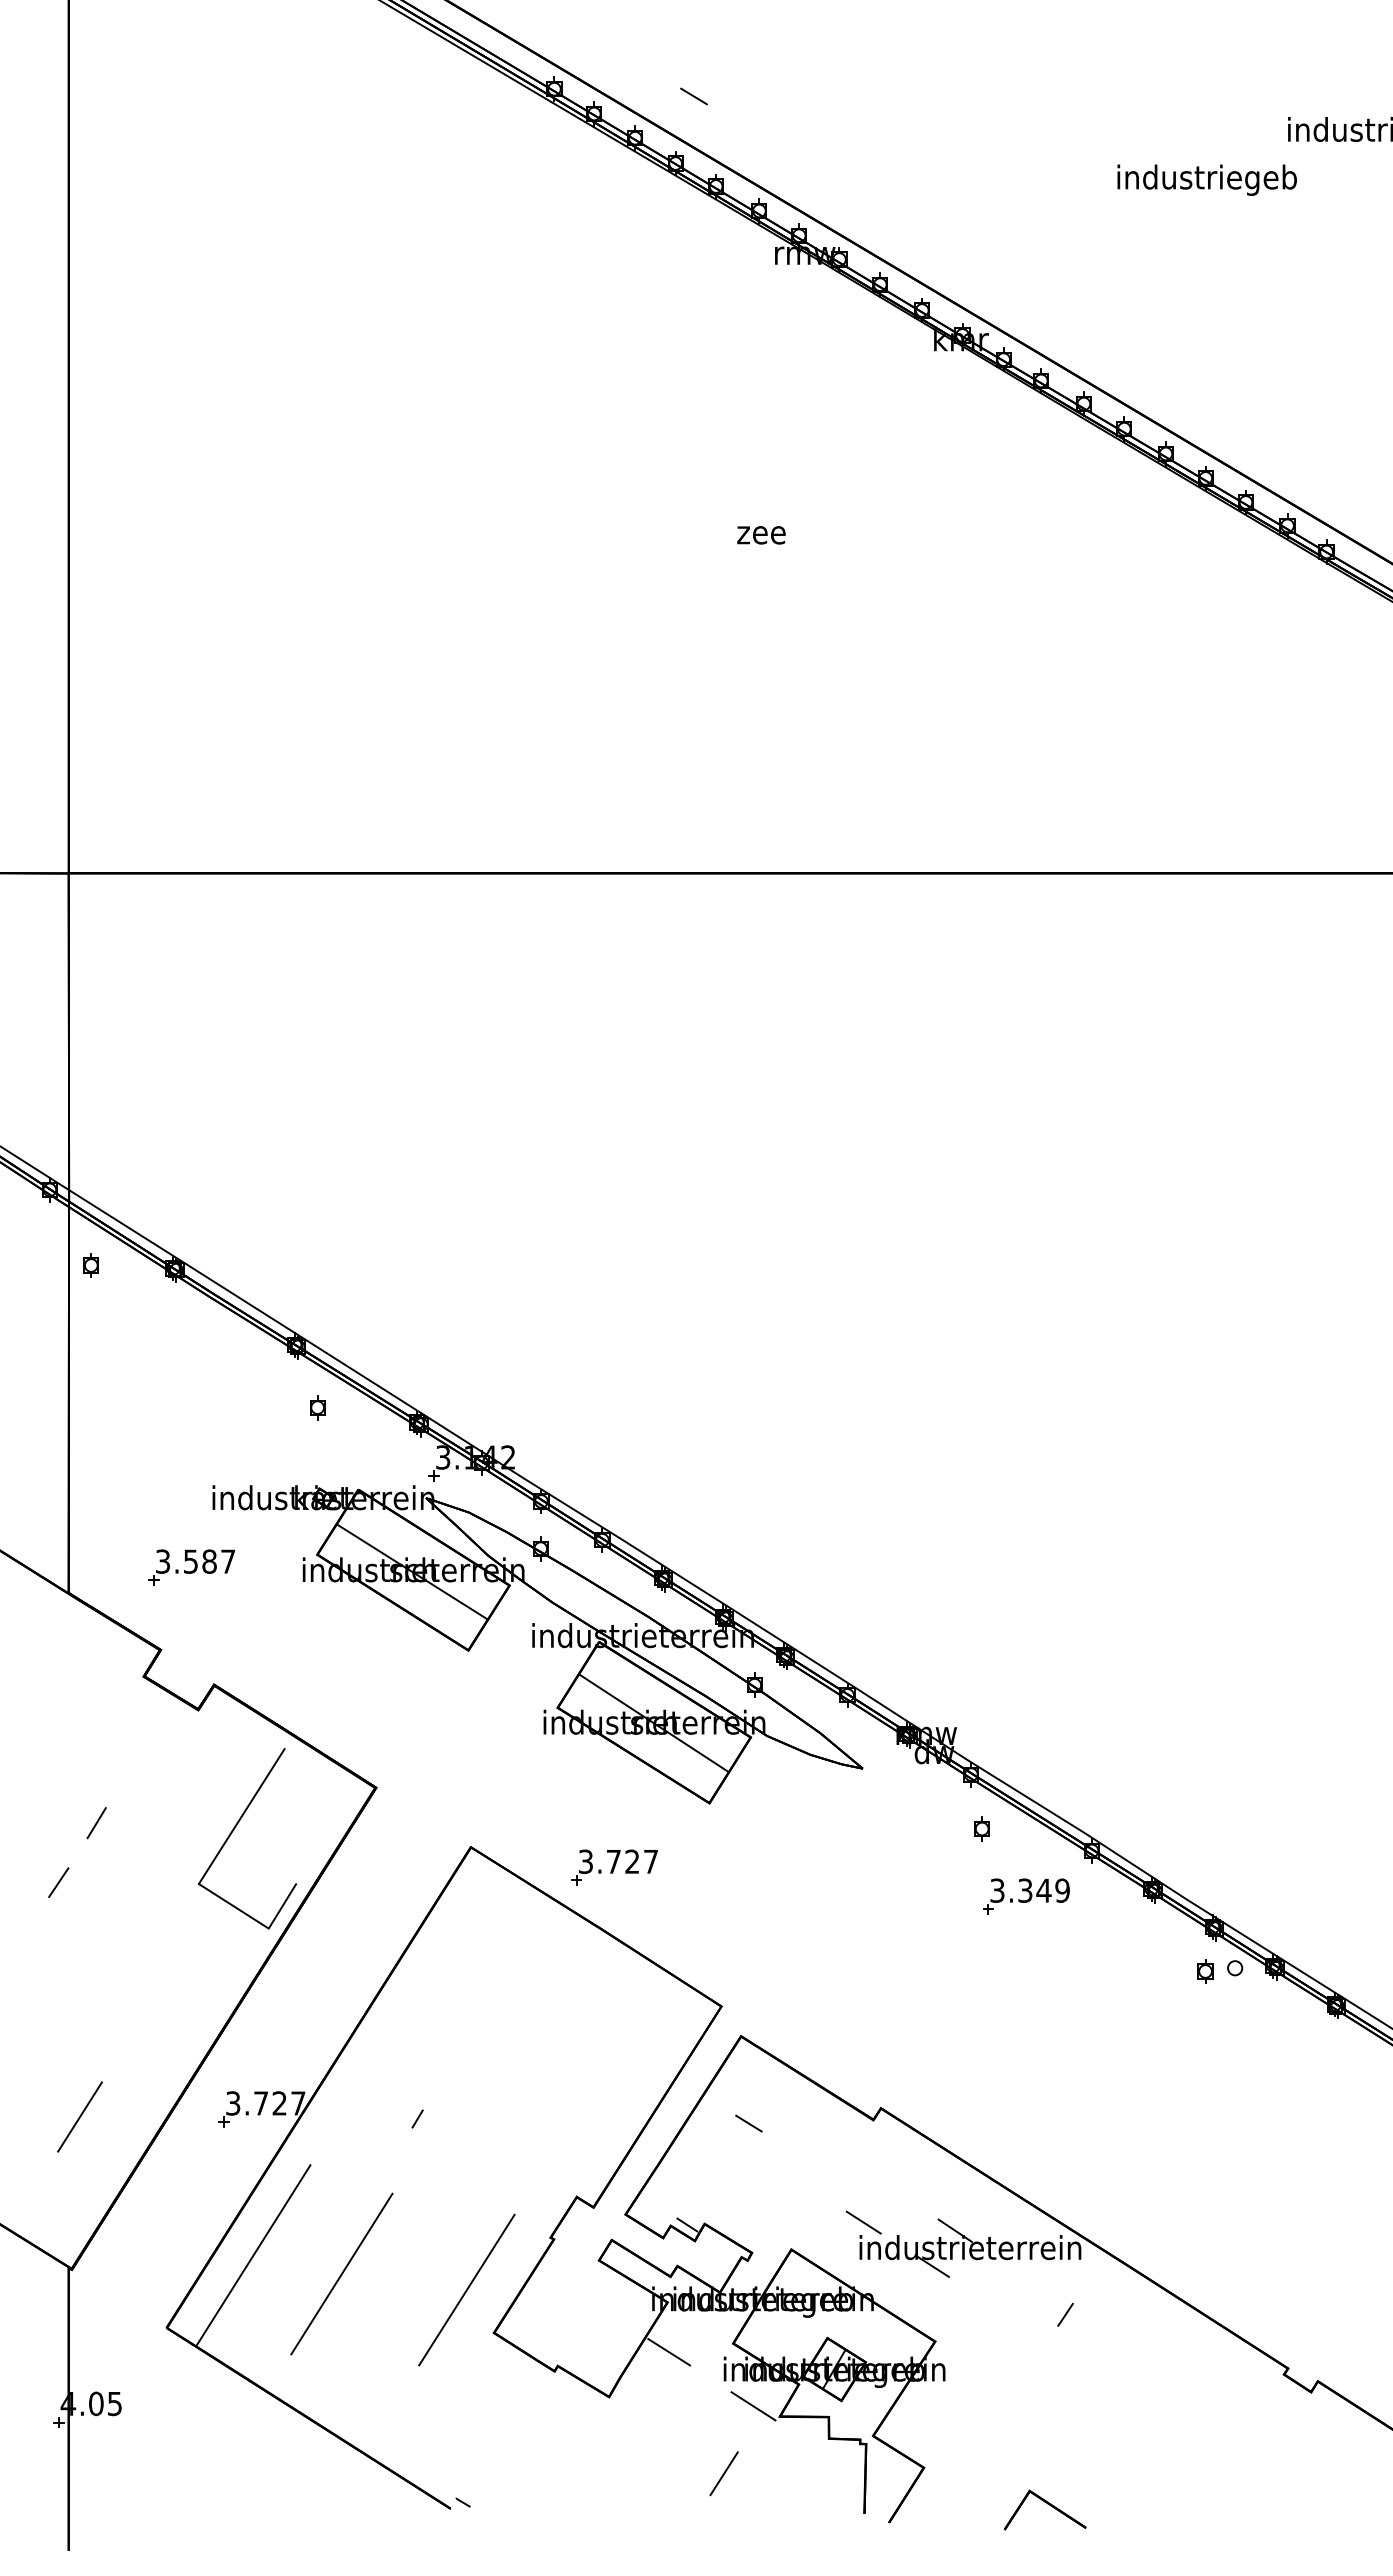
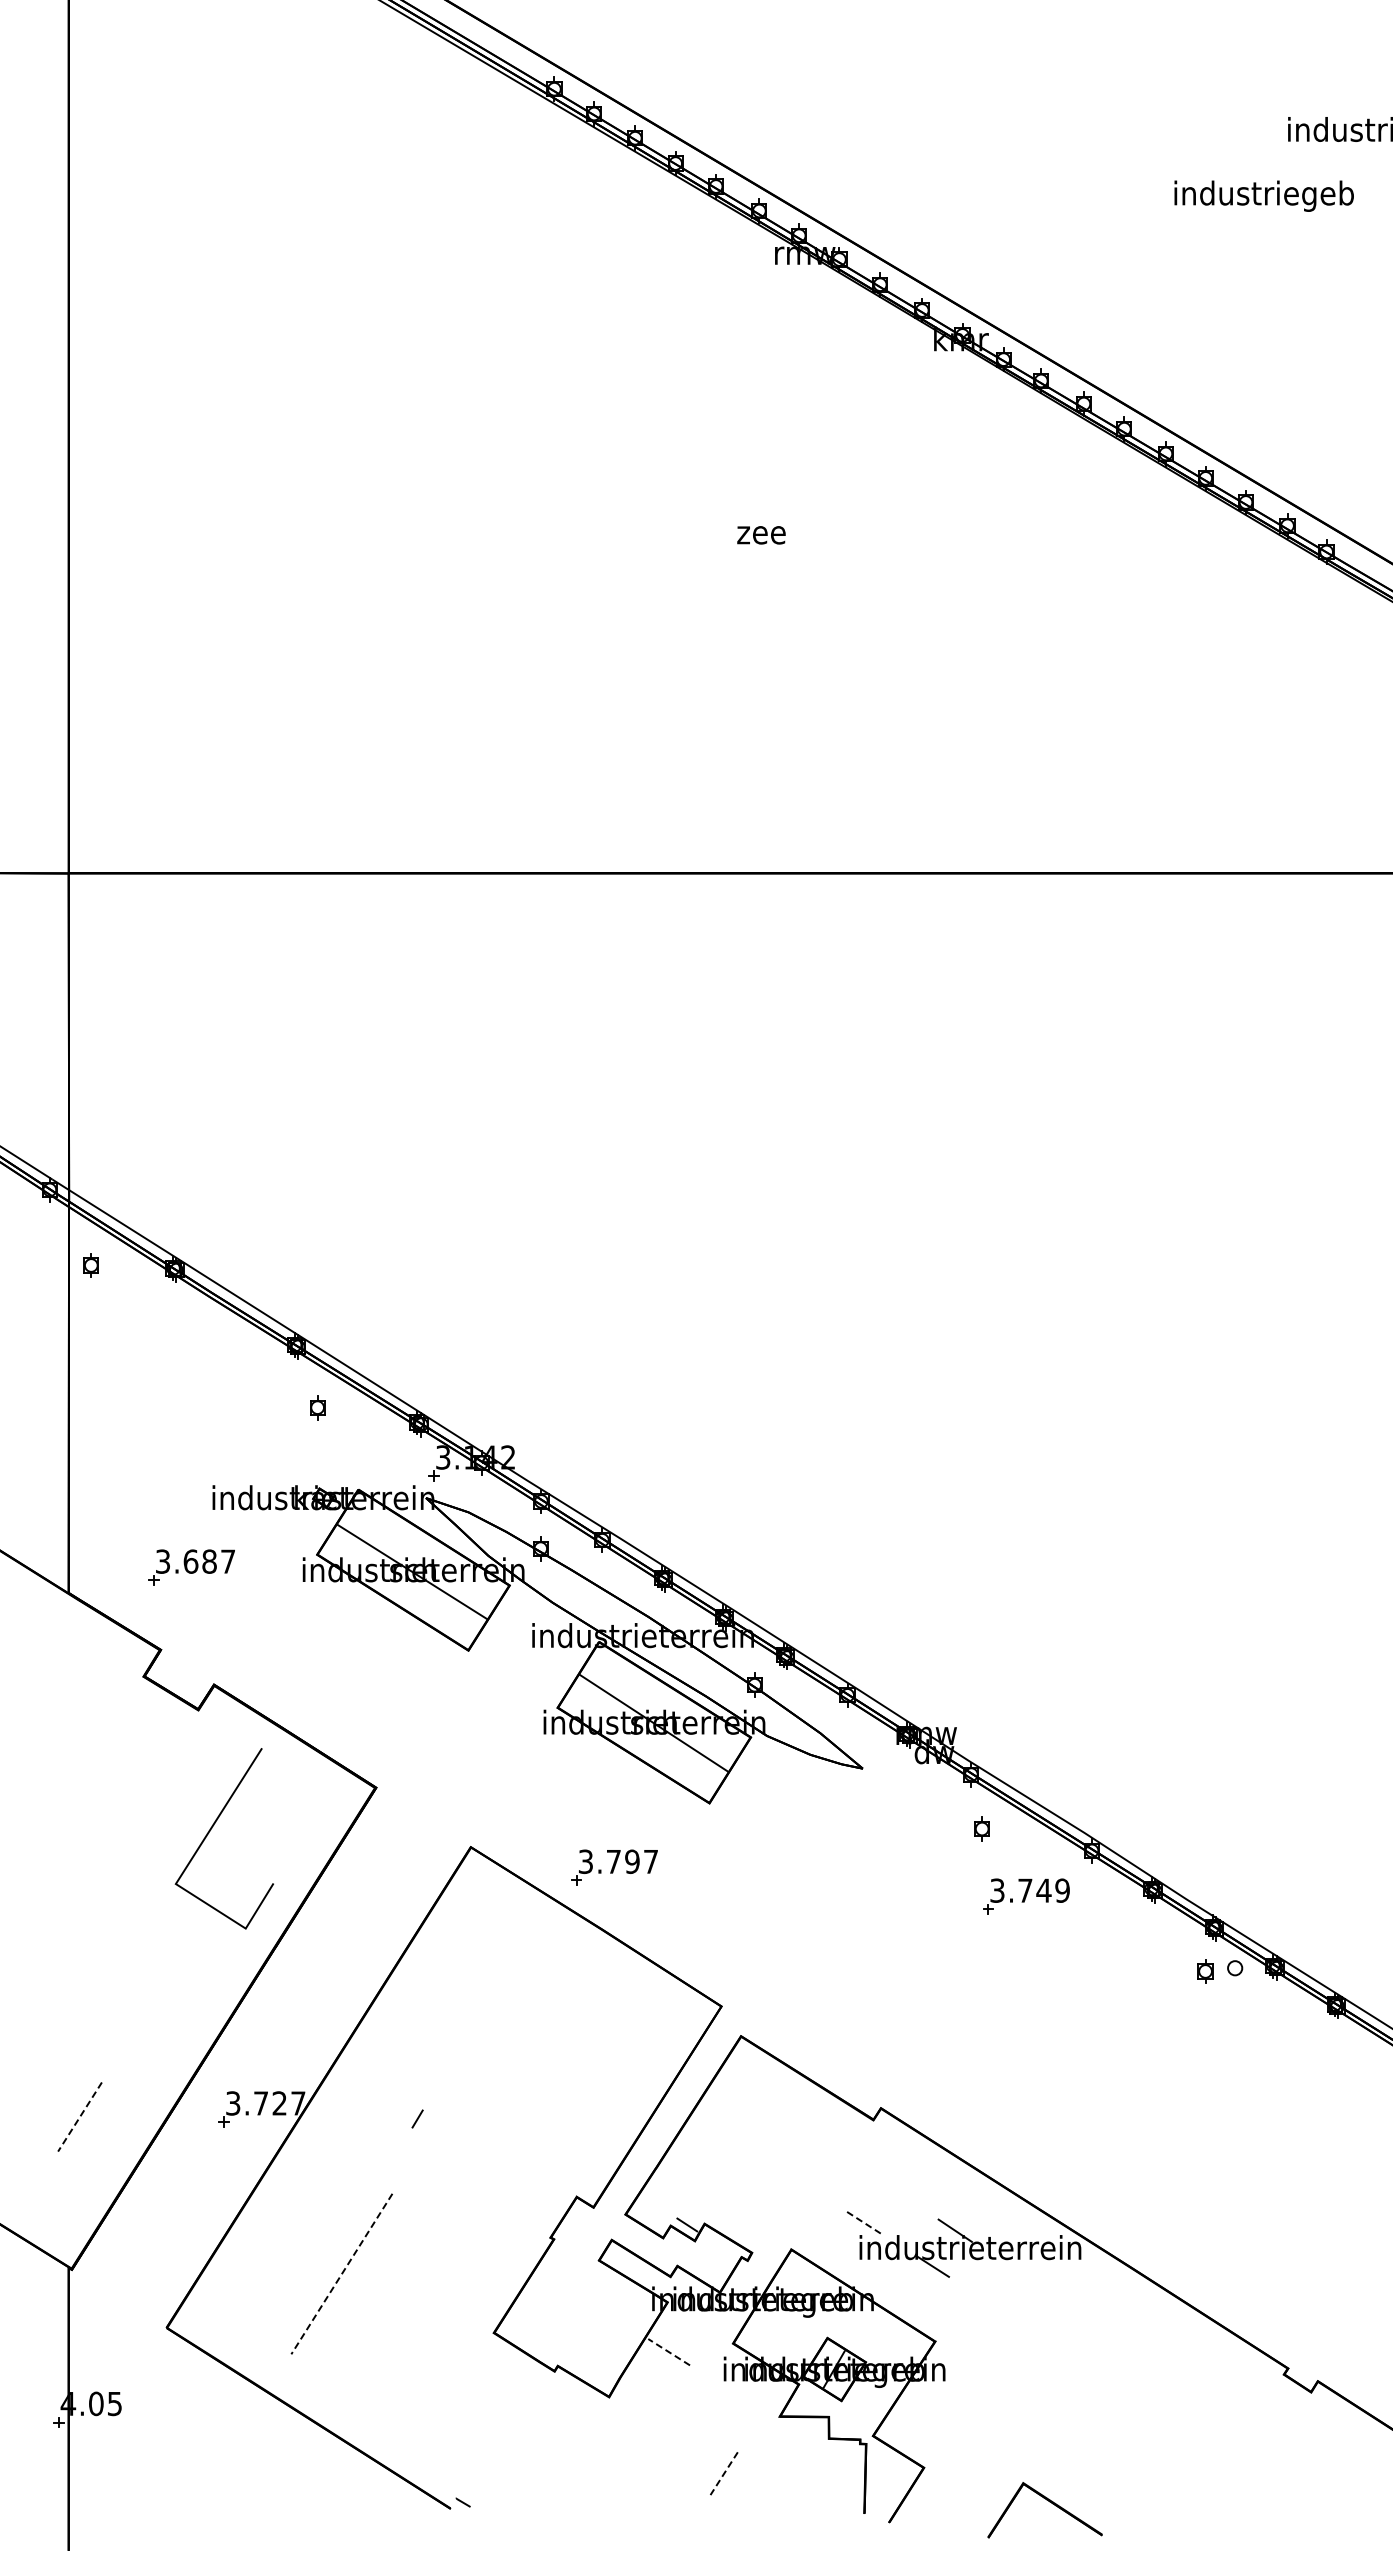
line at (693, 96): present -> none
text at (1206, 179) position: (1206, 179) -> (1263, 195)
text at (190, 1561): 3.587 -> 3.687
line at (96, 1823): present -> none
line at (233, 1831) position: (233, 1831) -> (210, 1831)
text at (632, 1861): 3.727 -> 3.797
line at (58, 1882): present -> none
text at (1025, 1890): 3.349 -> 3.749
line at (80, 2117): solid -> dashed
line at (748, 2123): present -> none
line at (863, 2222): solid -> dashed
line at (253, 2255): present -> none
line at (341, 2274): solid -> dashed
line at (466, 2289): present -> none
line at (1065, 2314): present -> none
line at (669, 2352): solid -> dashed
line at (753, 2406): present -> none
line at (723, 2474): solid -> dashed
part at (1045, 2509) size: 83x42 px -> 116x57 px
